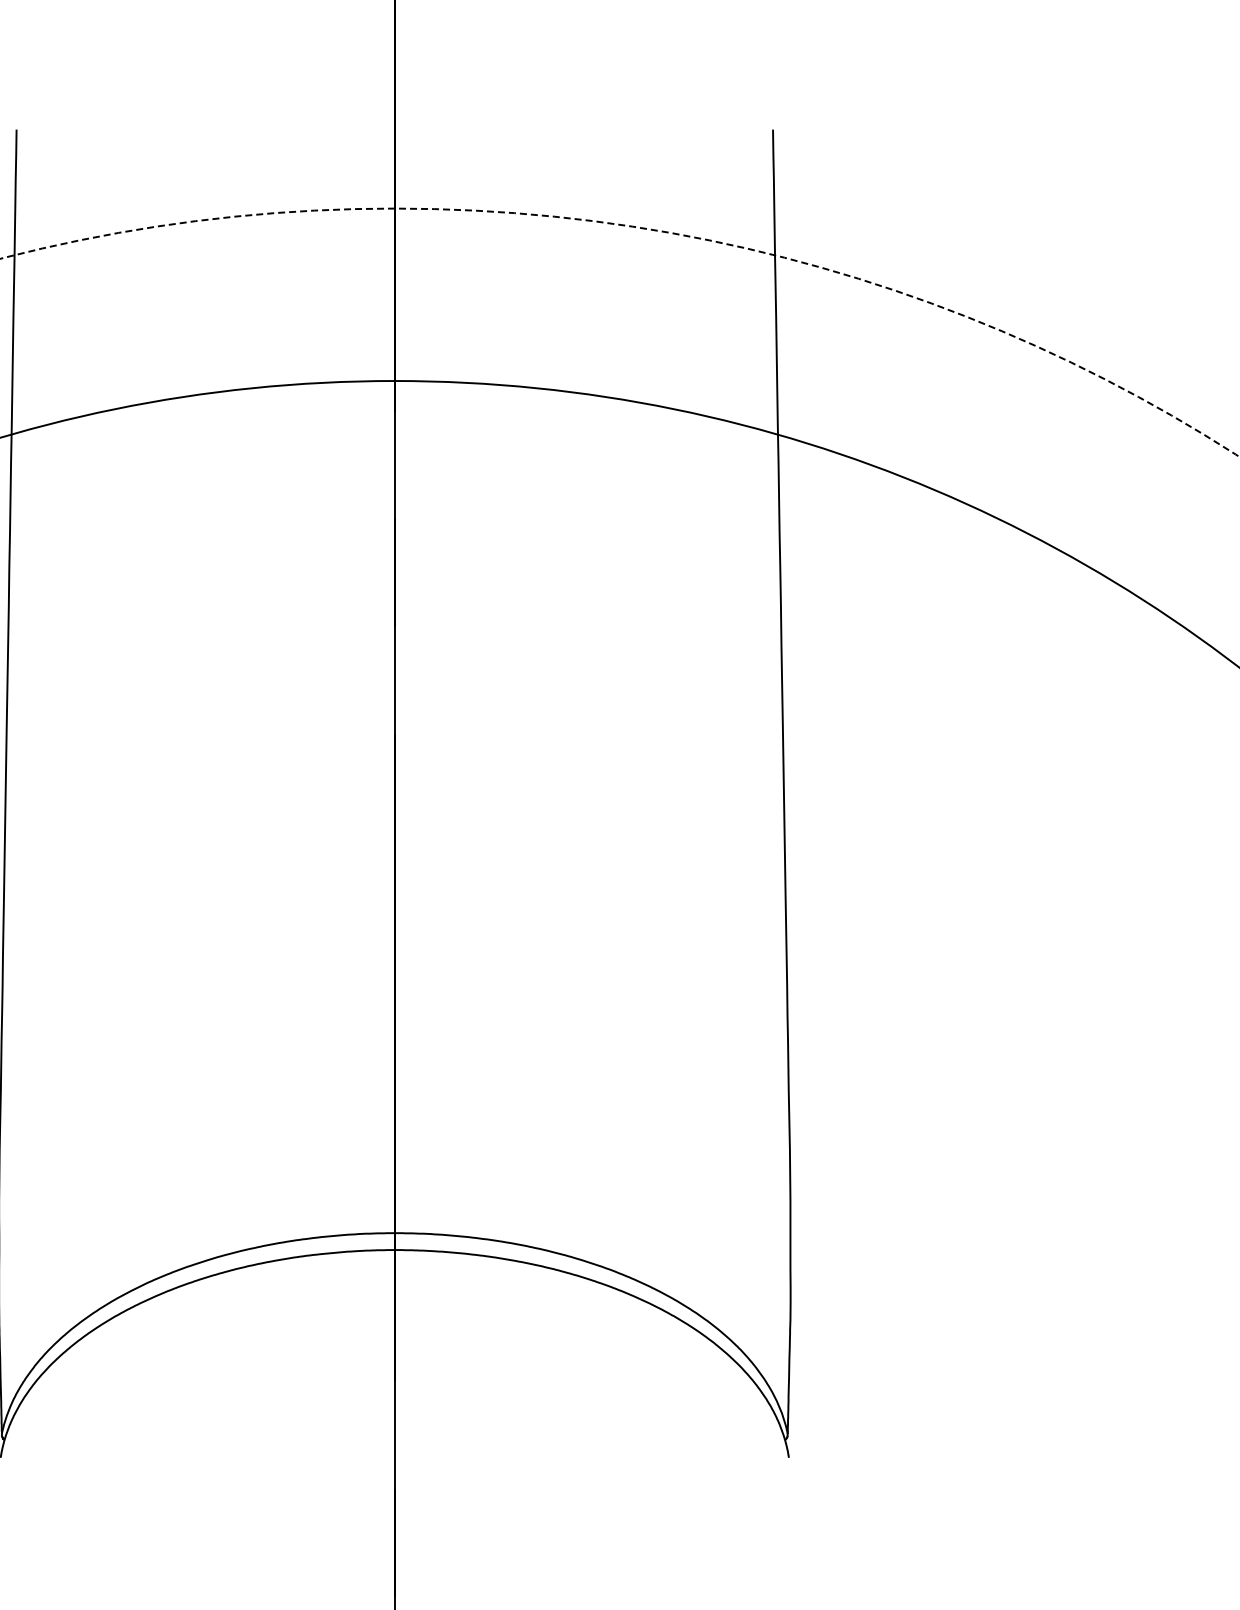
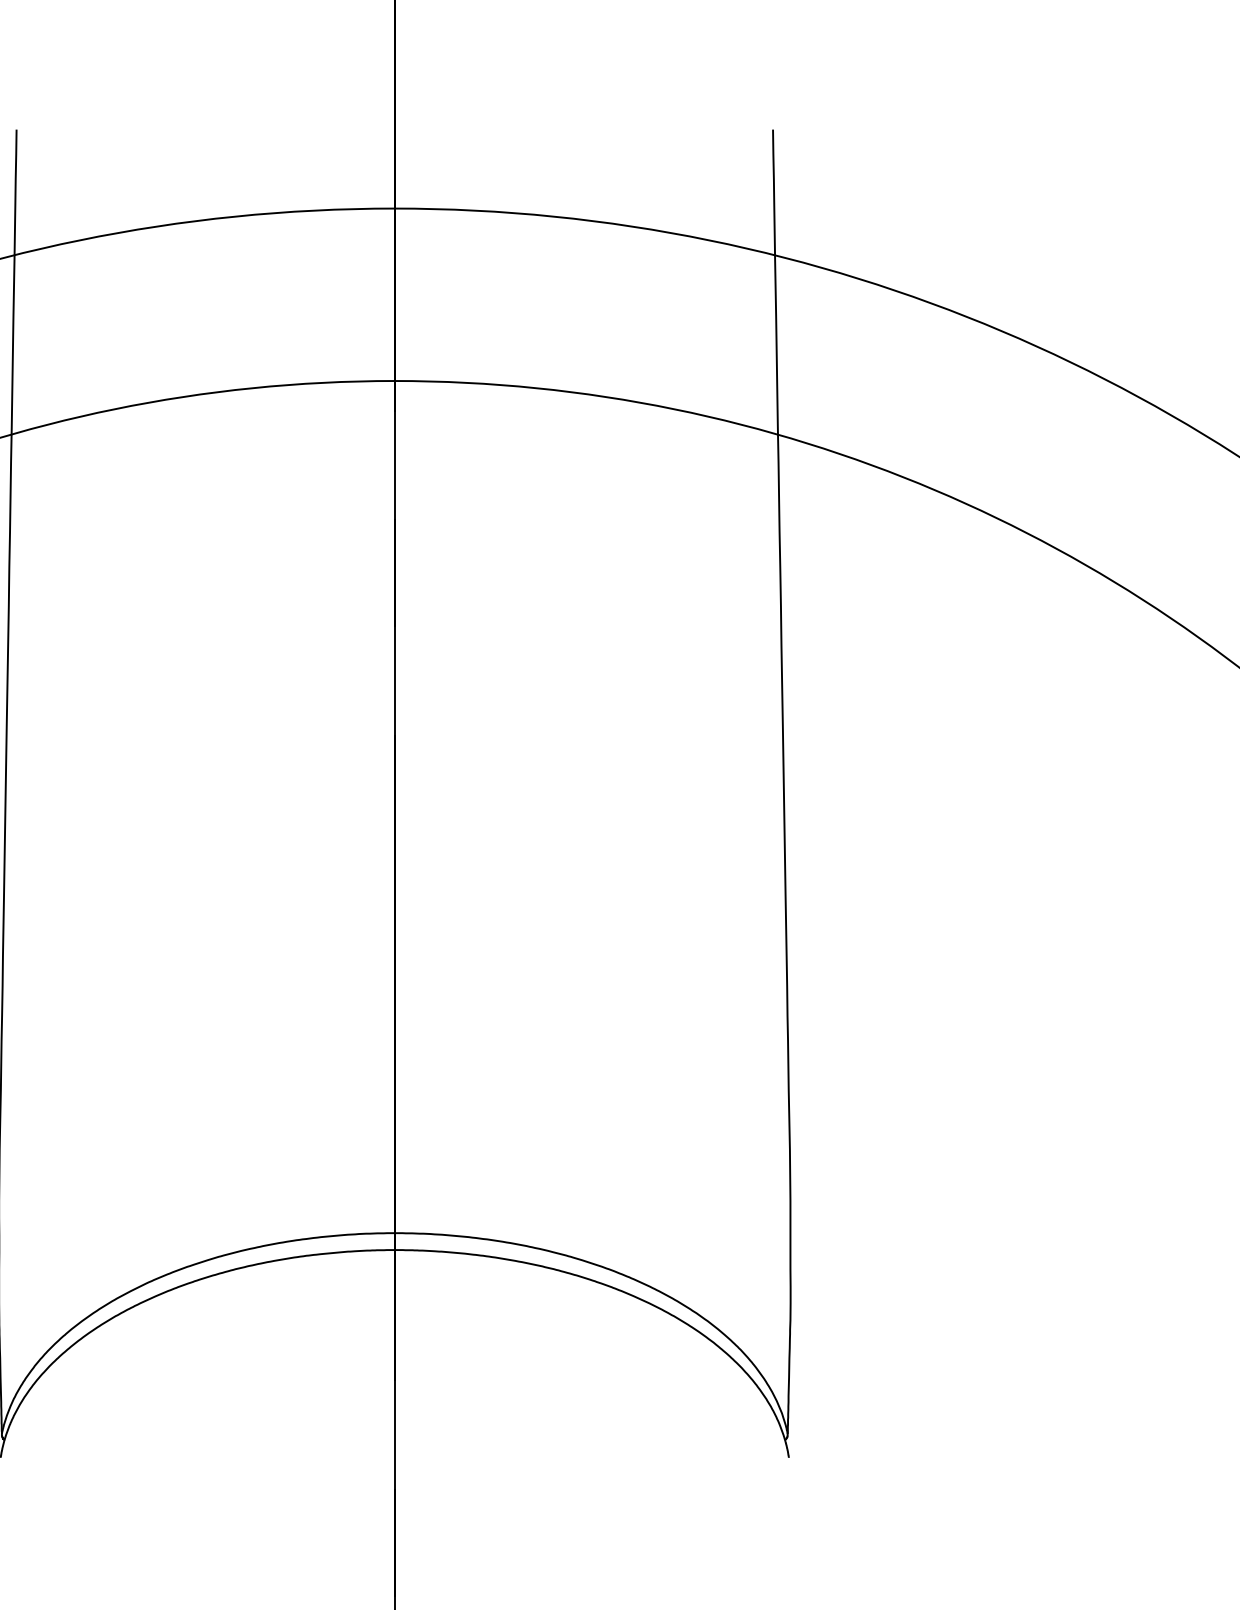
circle at (619, 332): dashed -> solid
